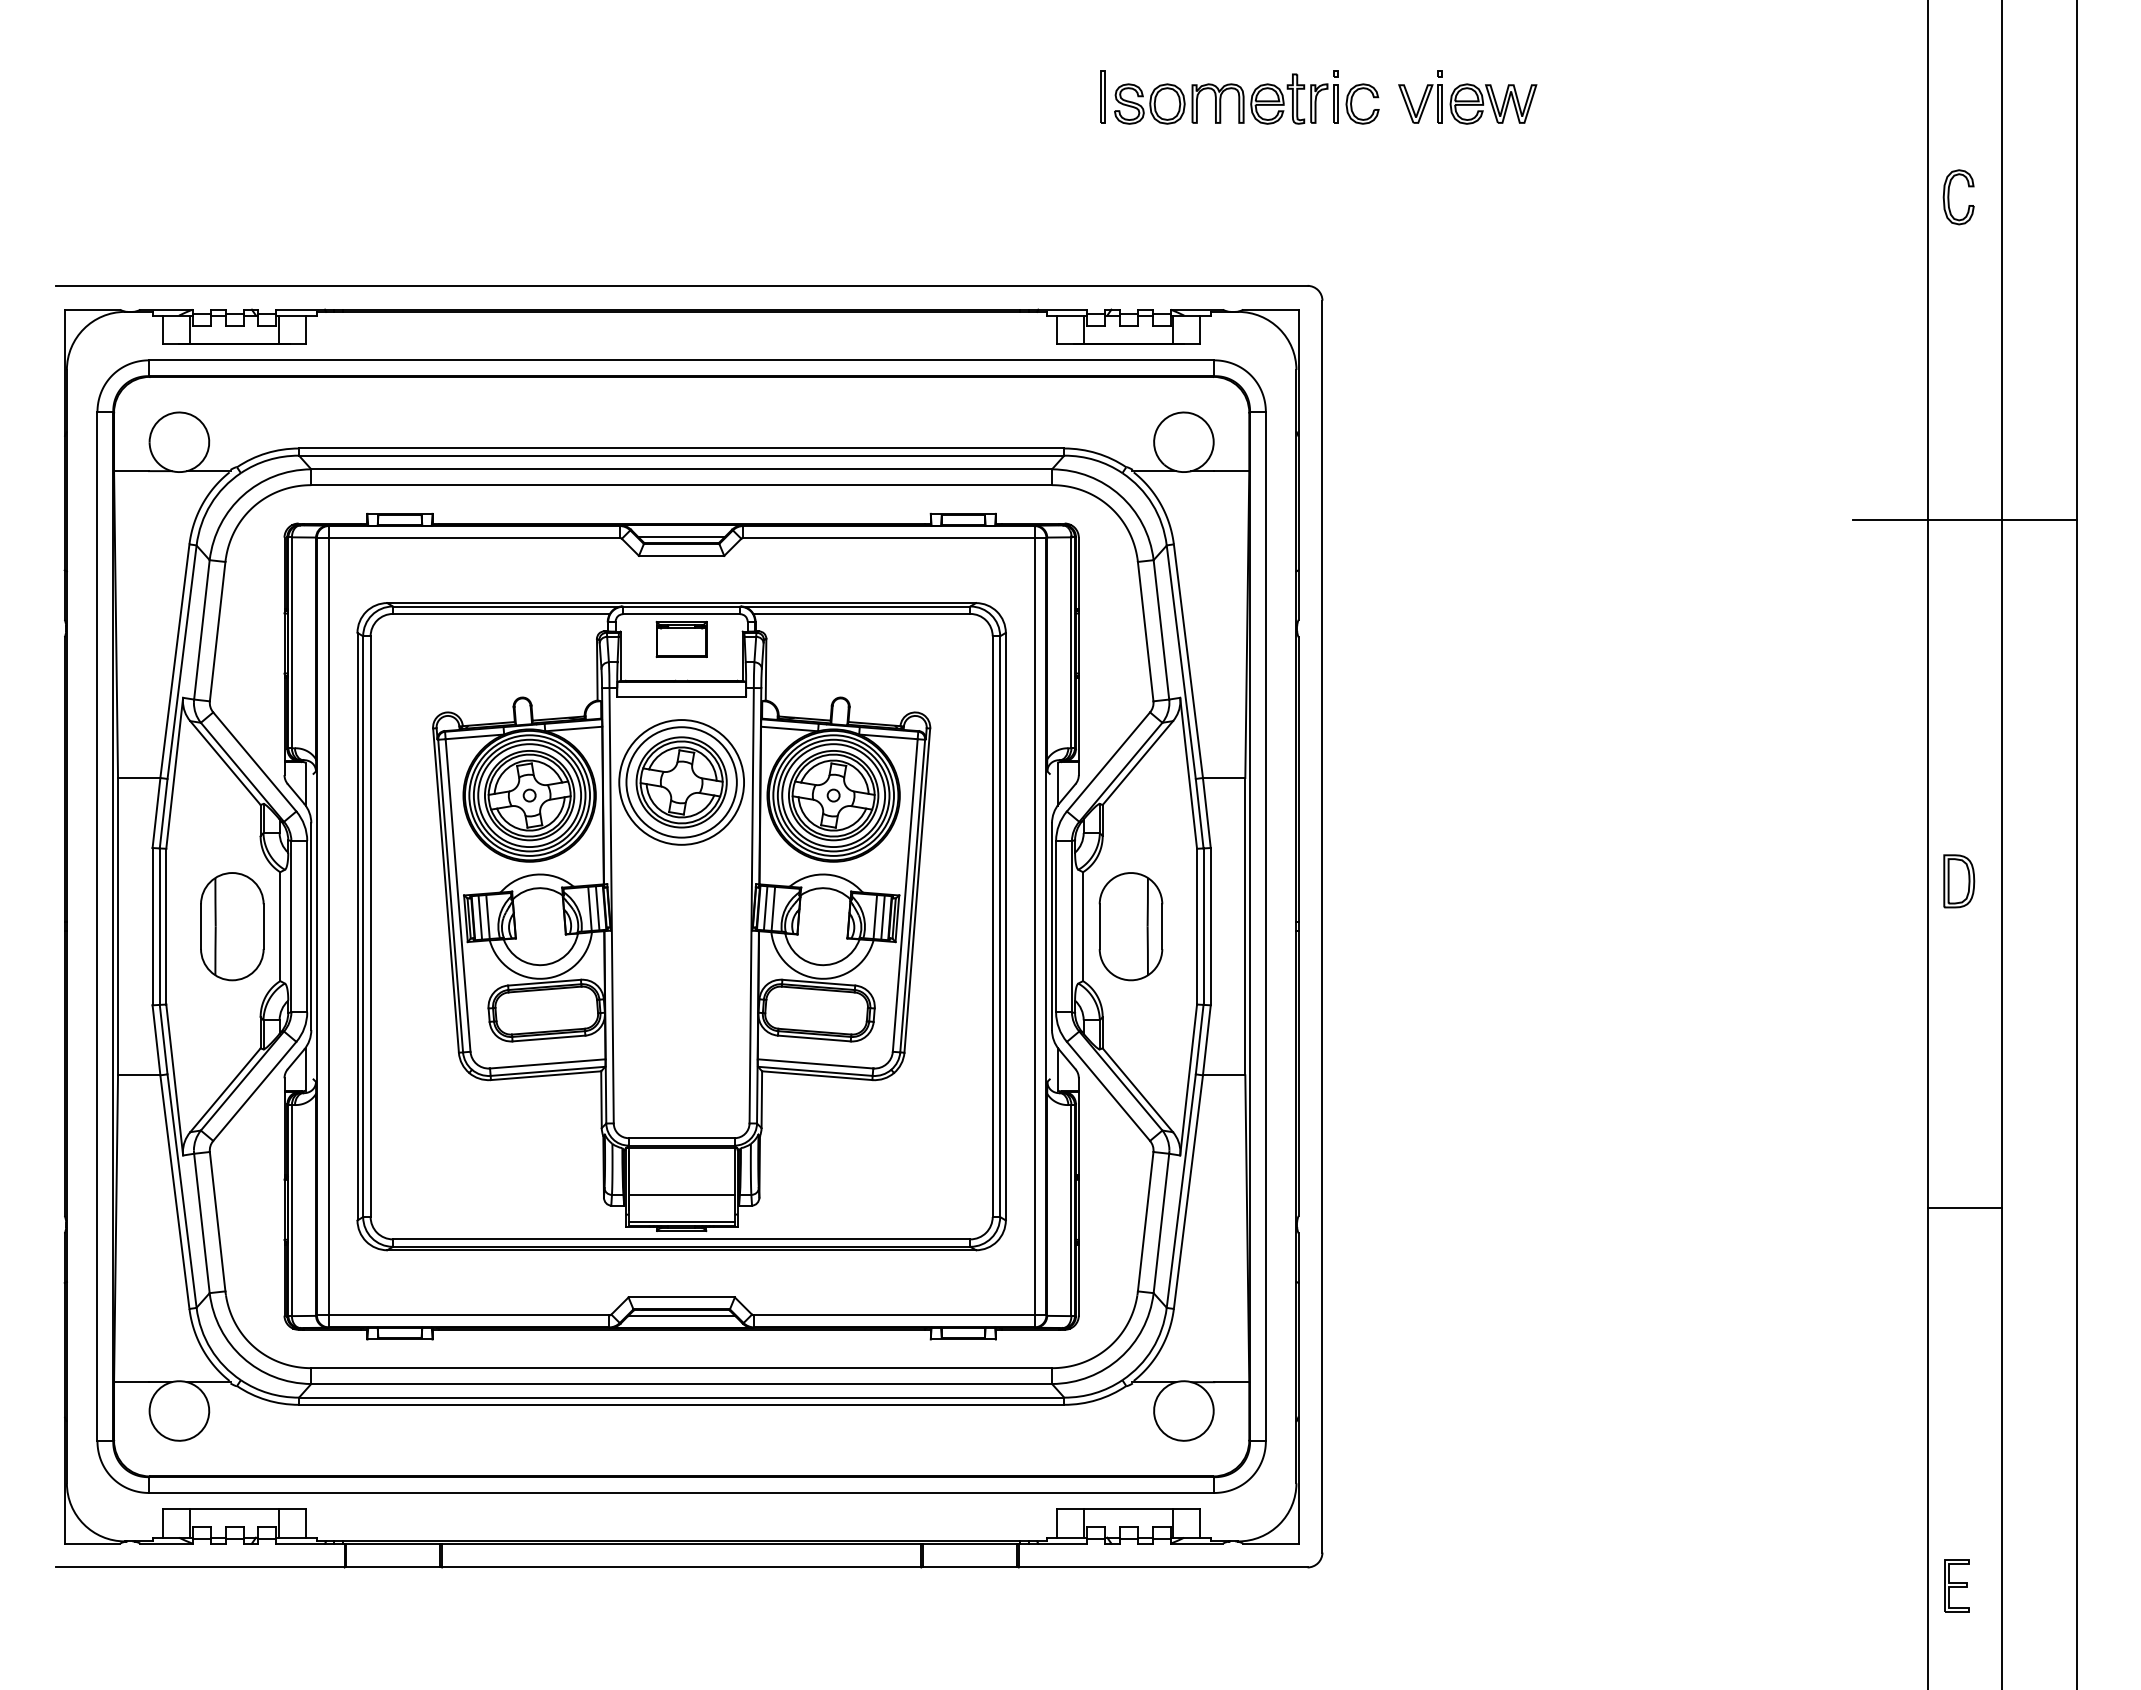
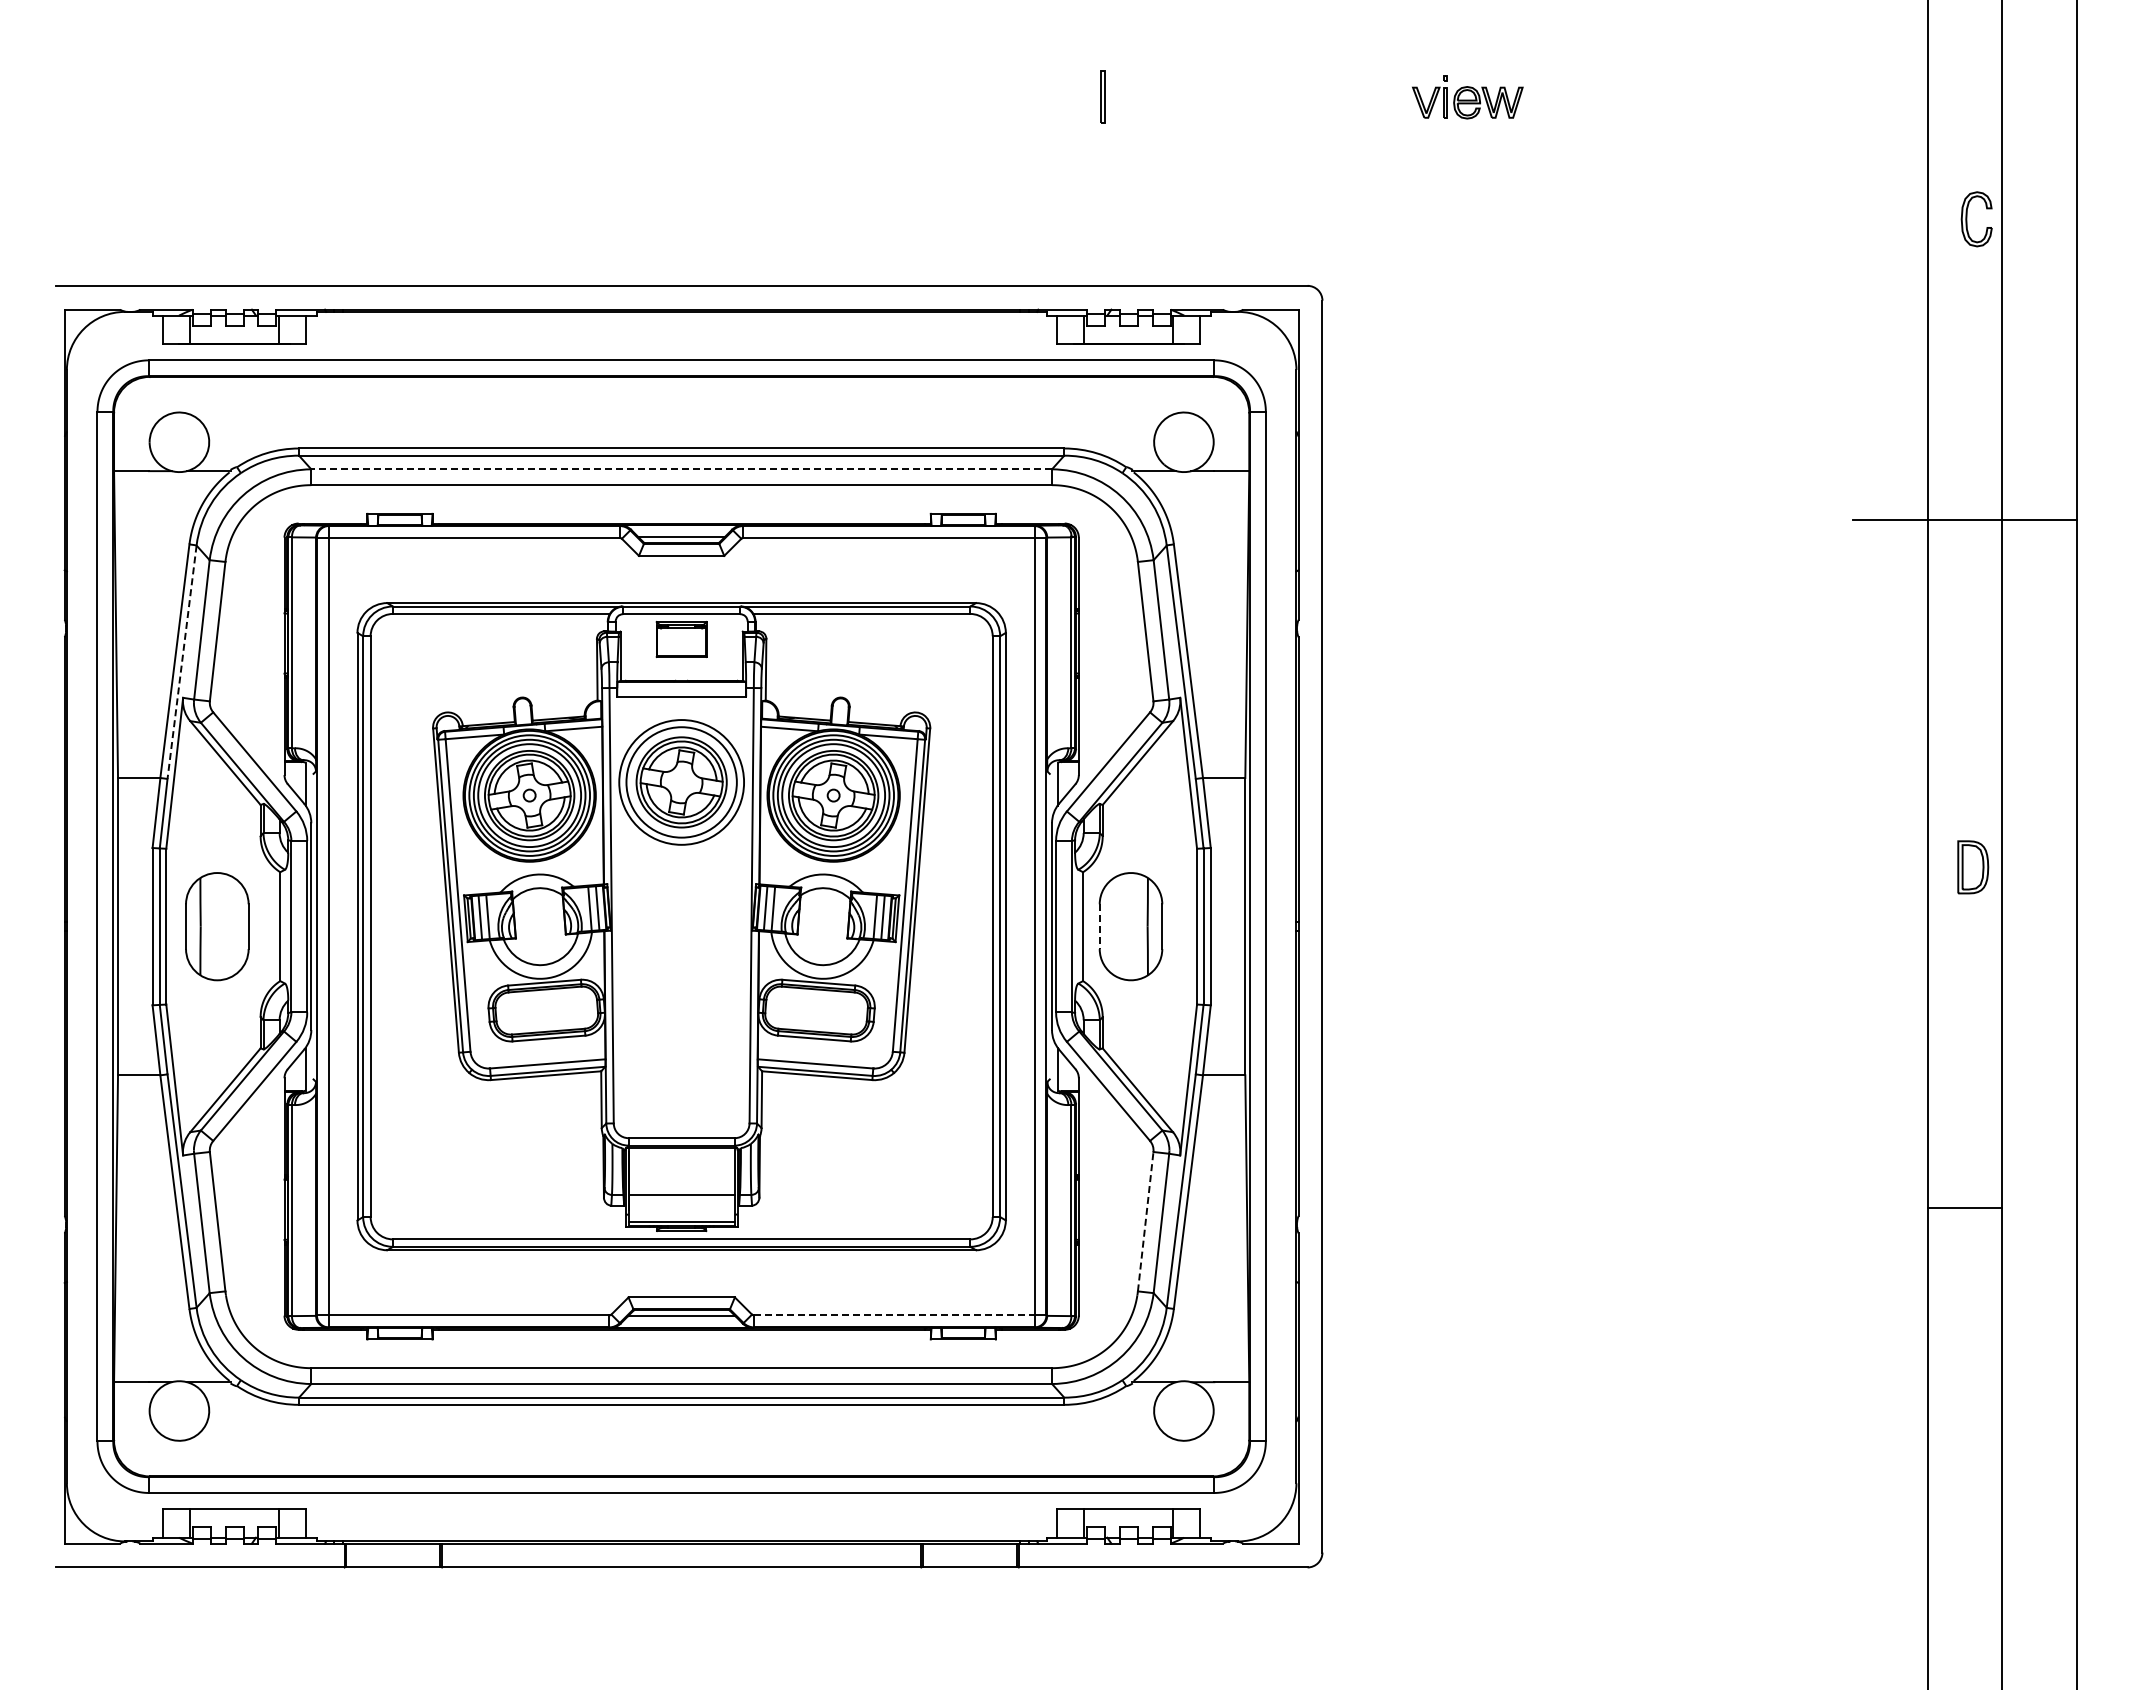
part at (1246, 97): present -> none
part at (1467, 97) size: 140x55 px -> 112x45 px
part at (1949, 197) position: (1949, 197) -> (1967, 219)
line at (681, 469): solid -> dashed
line at (182, 662): solid -> dashed
part at (1959, 881) position: (1959, 881) -> (1973, 867)
part at (232, 926) position: (232, 926) -> (217, 926)
line at (1099, 927): solid -> dashed
line at (1145, 1221): solid -> dashed
line at (894, 1315): solid -> dashed
part at (1956, 1585): present -> none
